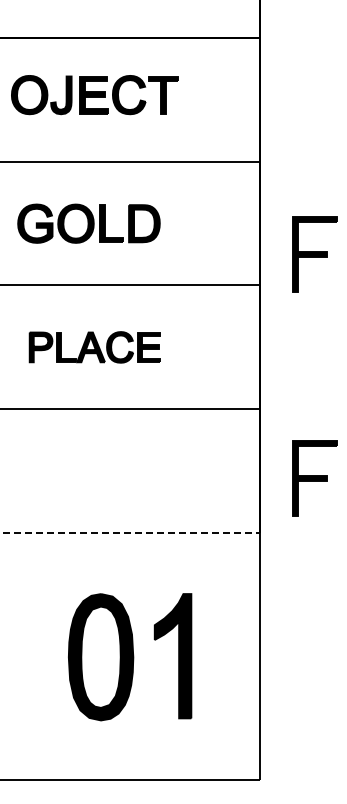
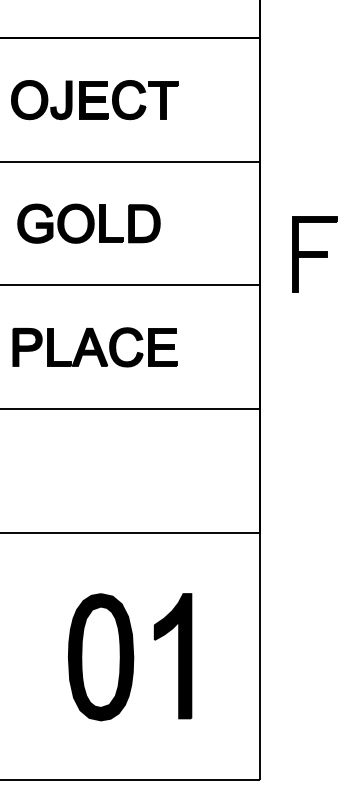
part at (94, 95) position: (94, 95) -> (94, 100)
part at (94, 347) size: 133x33 px -> 166x41 px
part at (314, 478): present -> none
line at (130, 532): dashed -> solid
